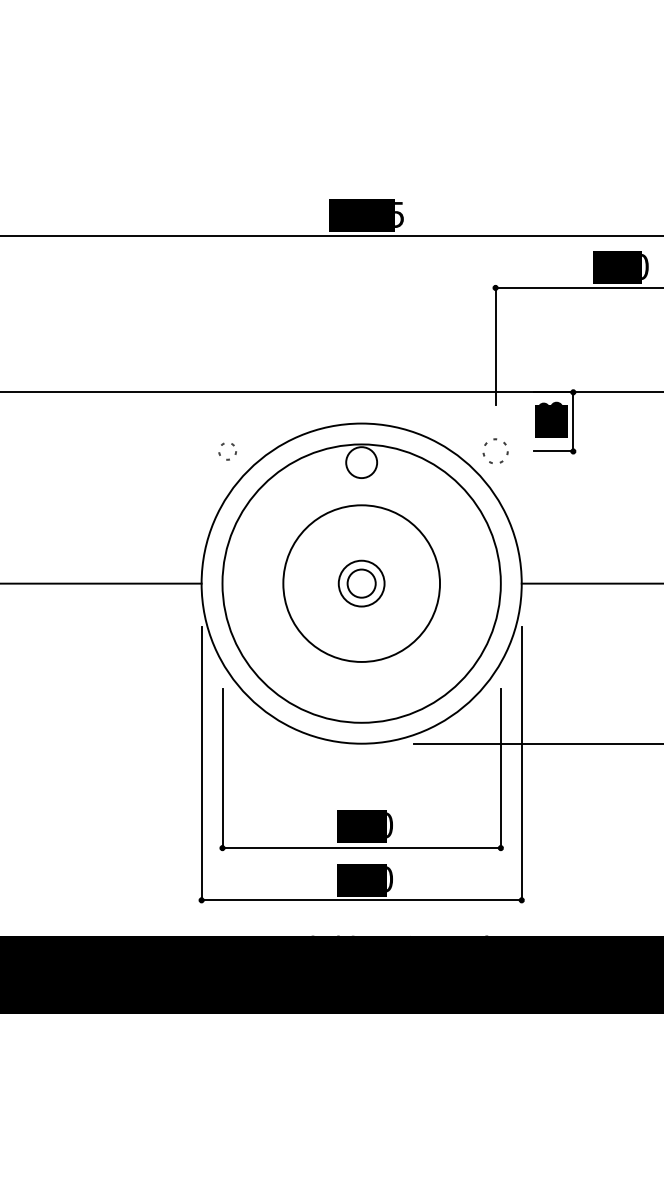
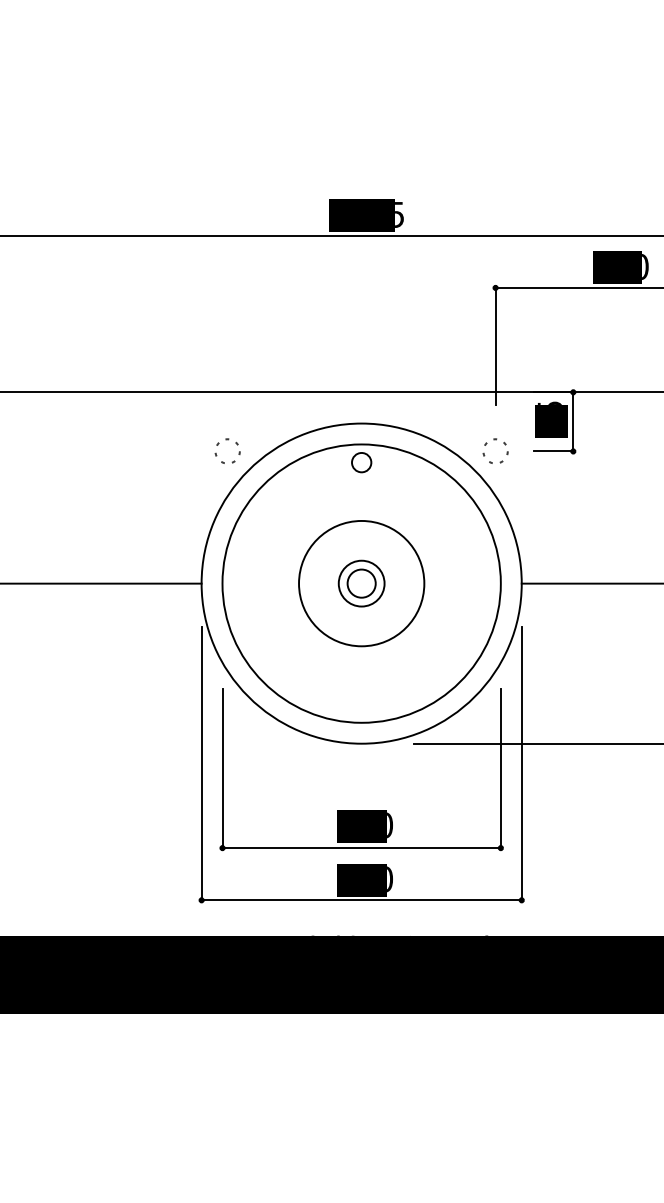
text at (549, 402): 83 -> 85
circle at (227, 451) size: 19x19 px -> 27x26 px
circle at (361, 462) diameter: 31 px -> 19 px
circle at (361, 583) diameter: 157 px -> 125 px
